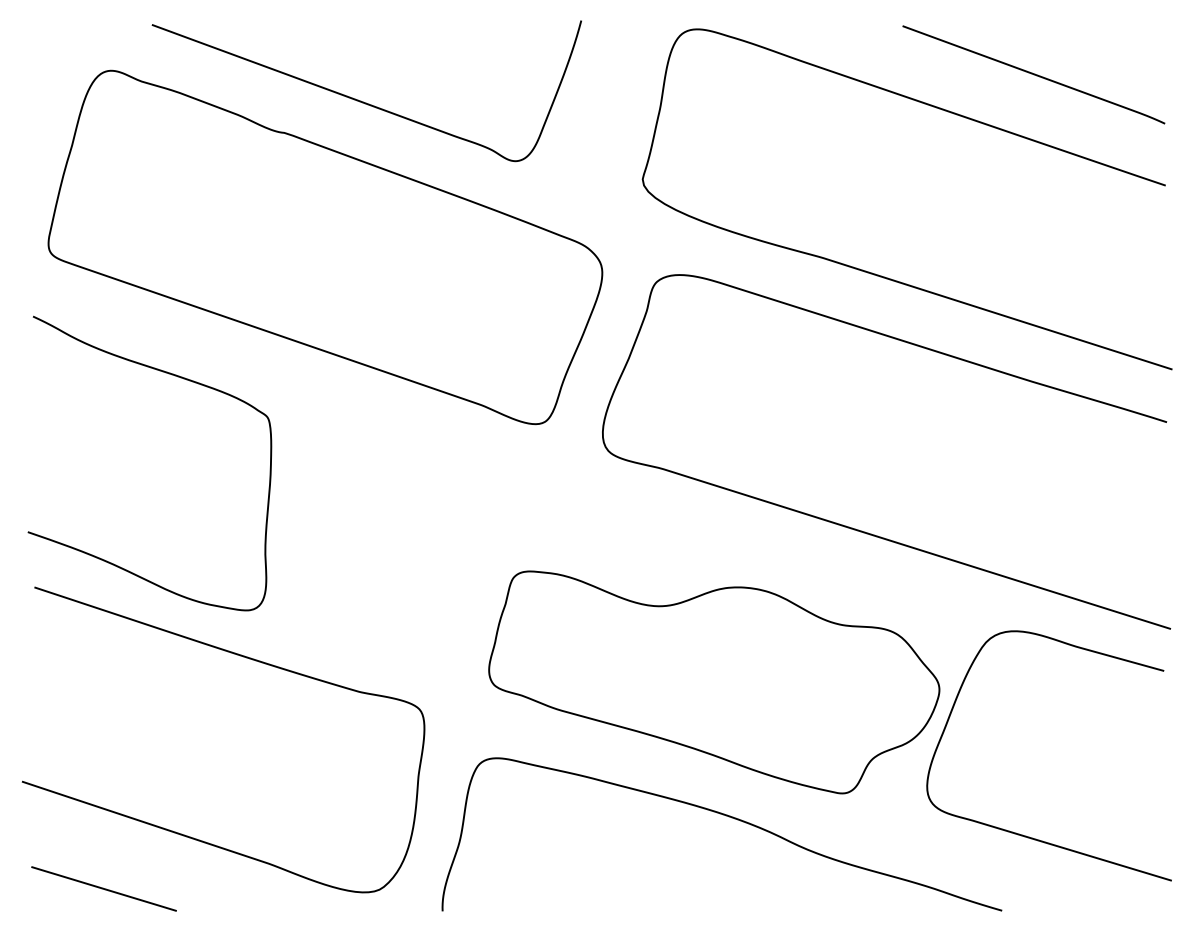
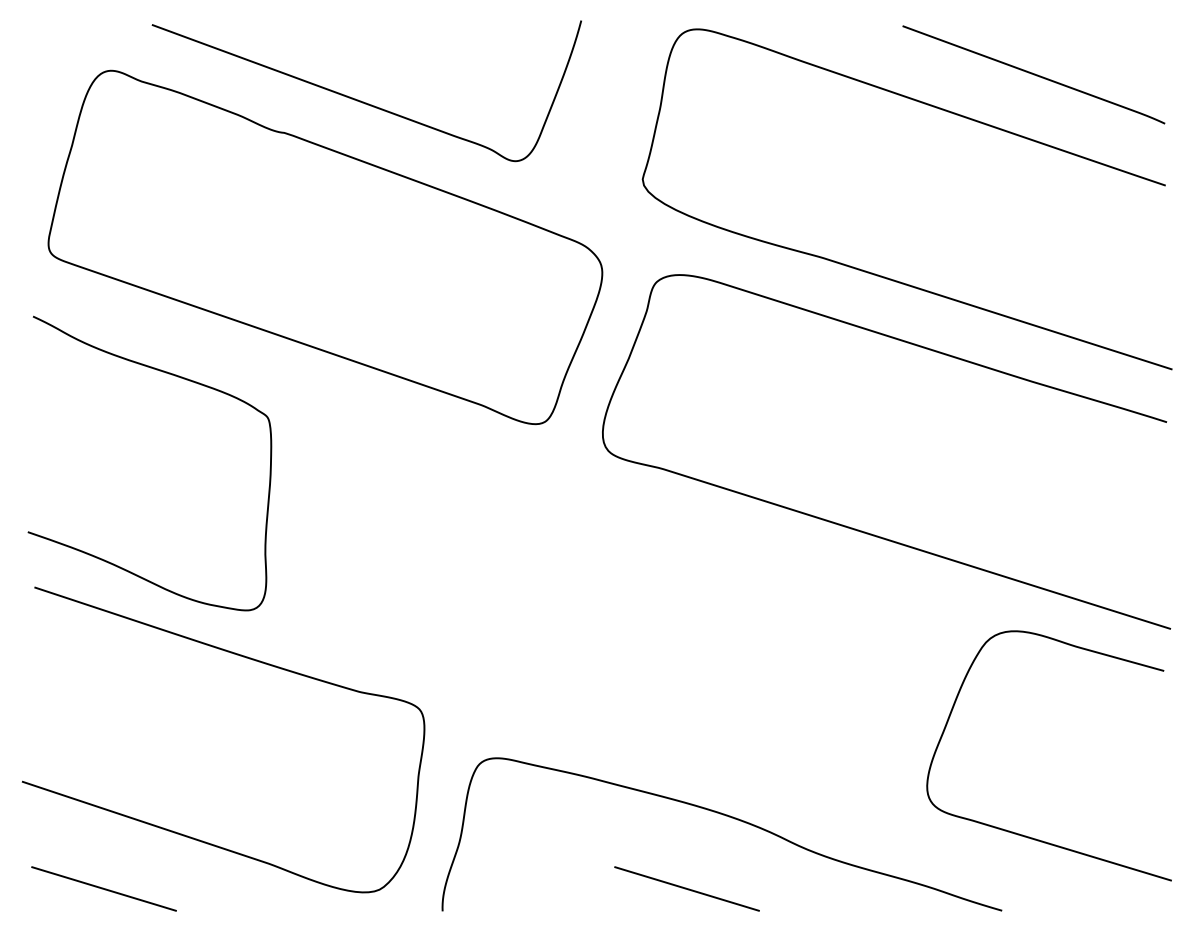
part at (714, 682): present -> none
line at (686, 888): none -> present
